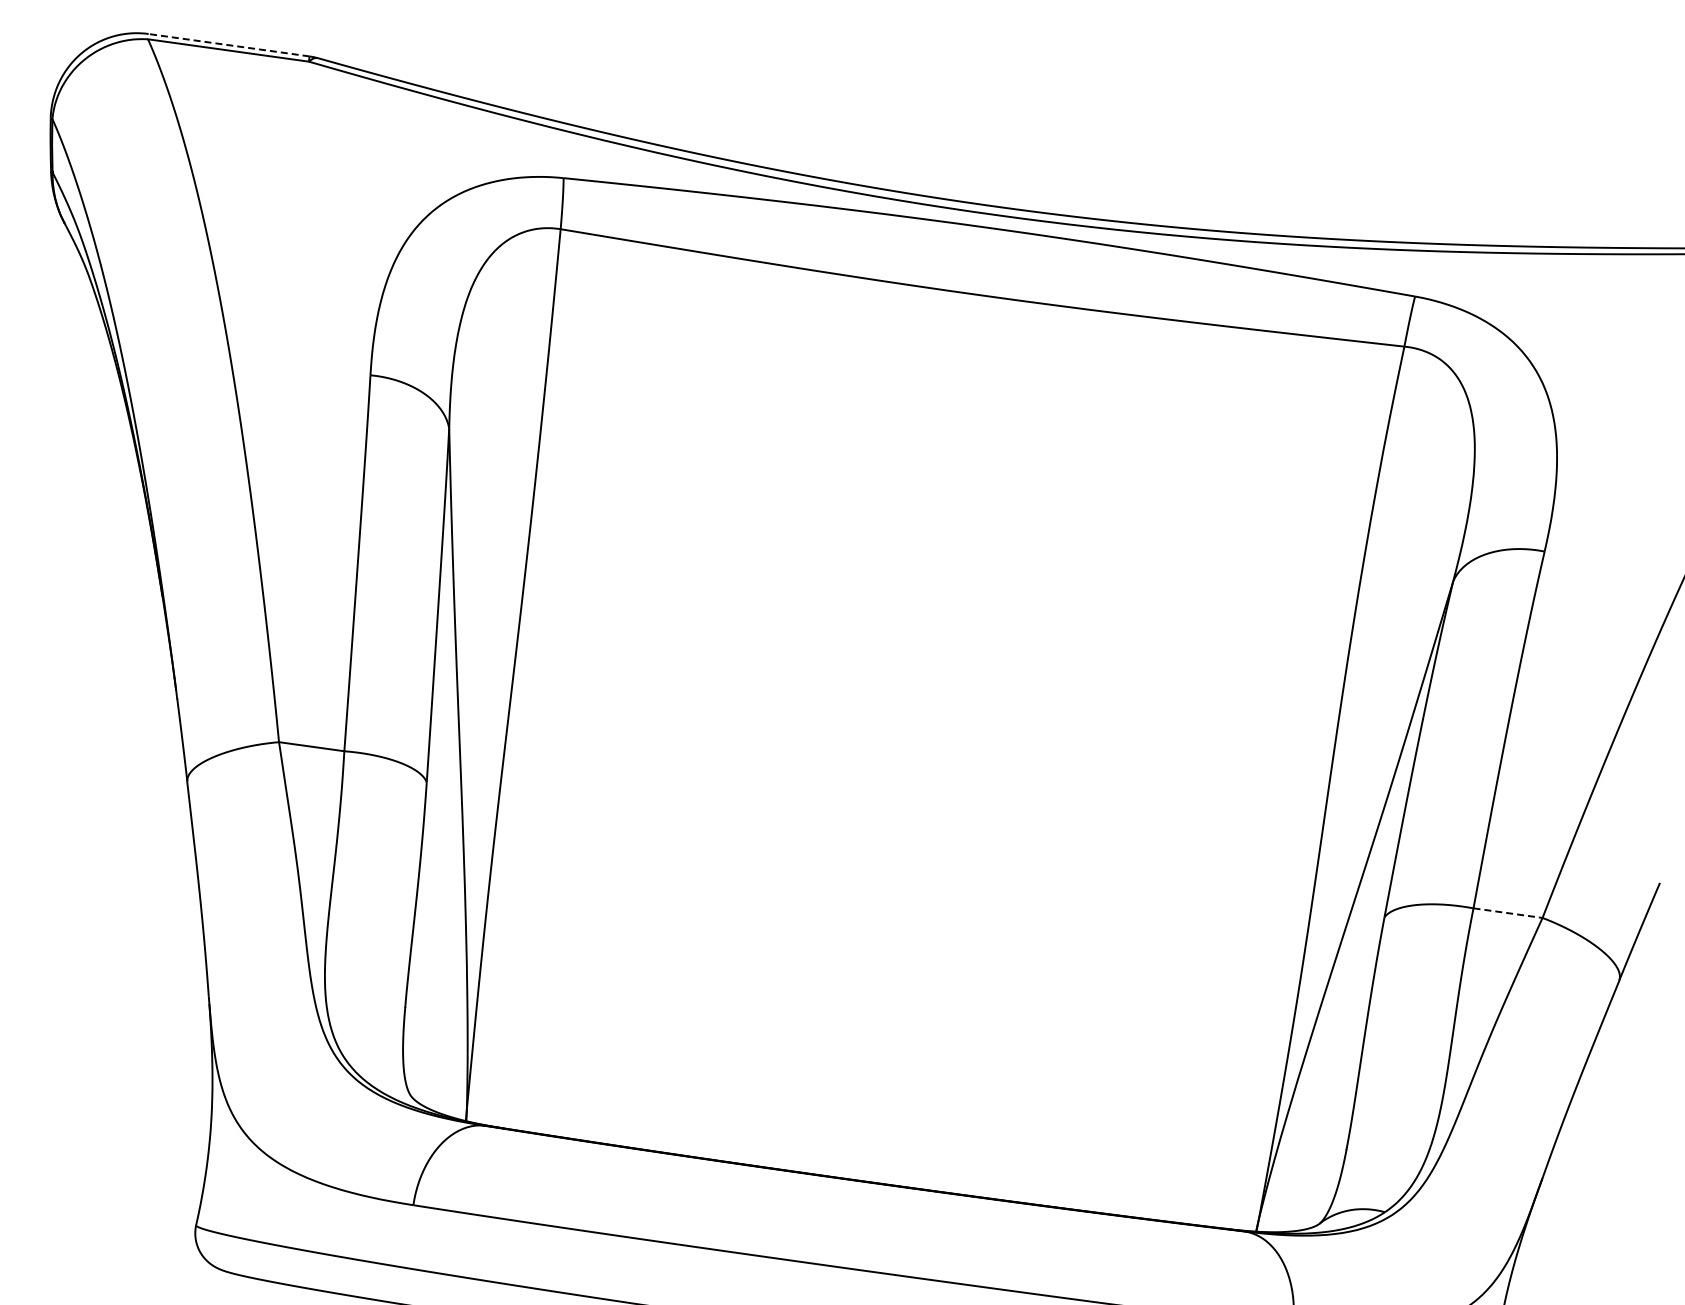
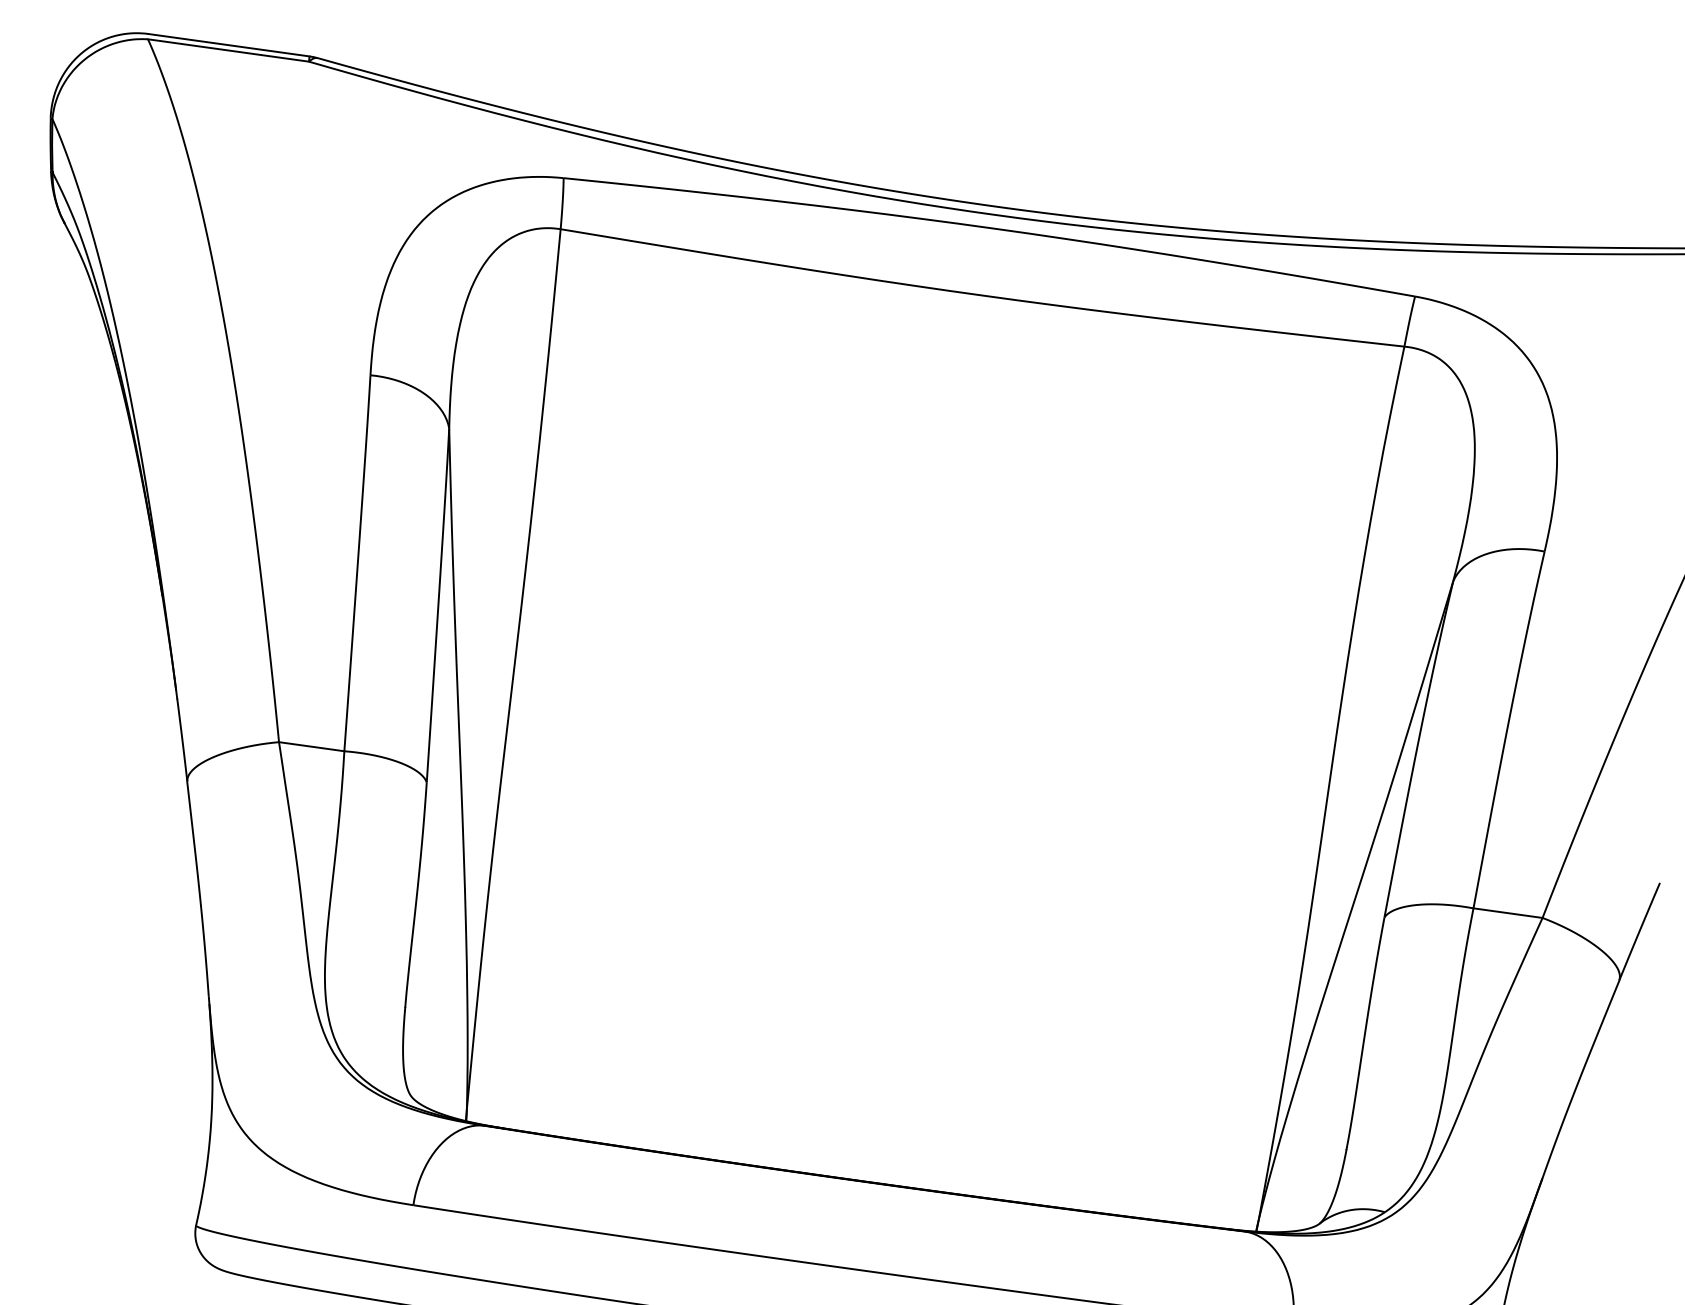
line at (228, 45): dashed -> solid
line at (1508, 913): dashed -> solid
